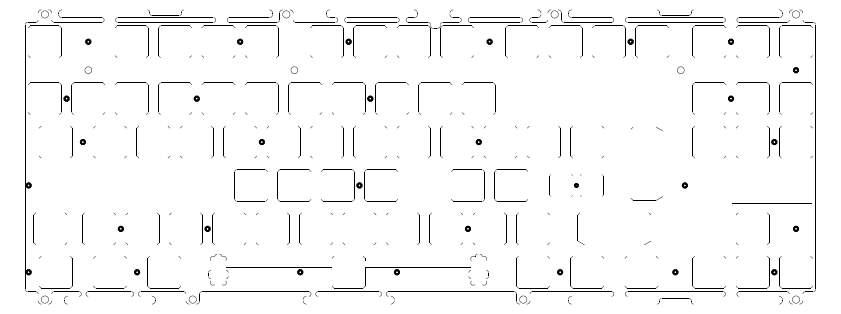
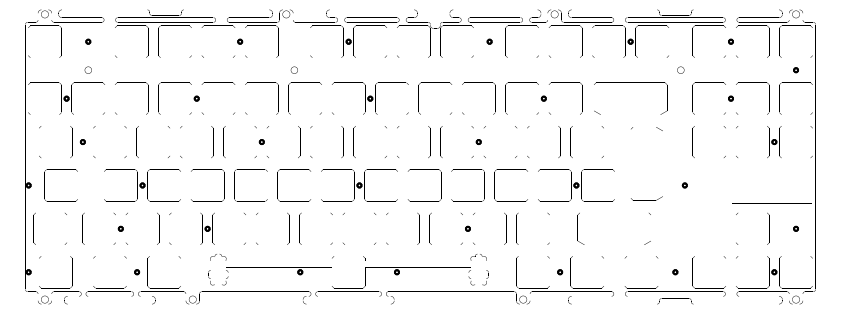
part at (630, 82): none -> present
part at (543, 98): none -> present
part at (60, 169): none -> present
part at (207, 169): none -> present
part at (424, 169): none -> present
part at (142, 185): none -> present
part at (576, 185) size: 55x23 px -> 77x33 px
